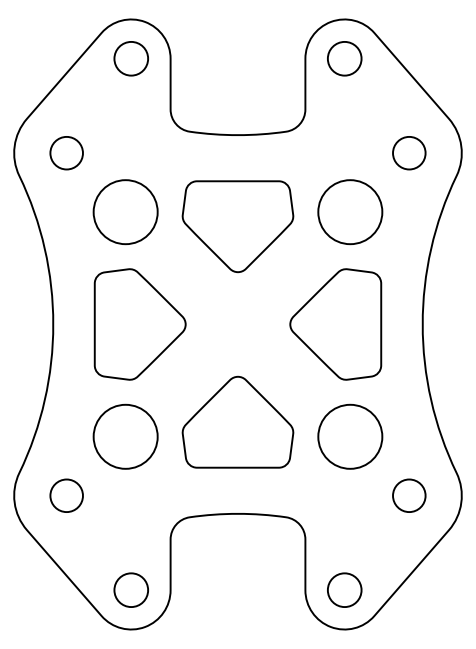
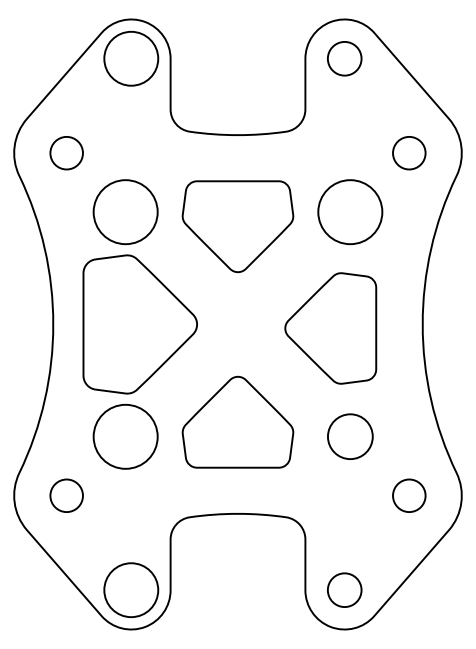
circle at (131, 58) diameter: 34 px -> 54 px
part at (139, 324) size: 94x113 px -> 116x141 px
part at (335, 324) position: (335, 324) -> (330, 328)
circle at (350, 436) size: 67x67 px -> 47x47 px
circle at (131, 590) diameter: 34 px -> 54 px
